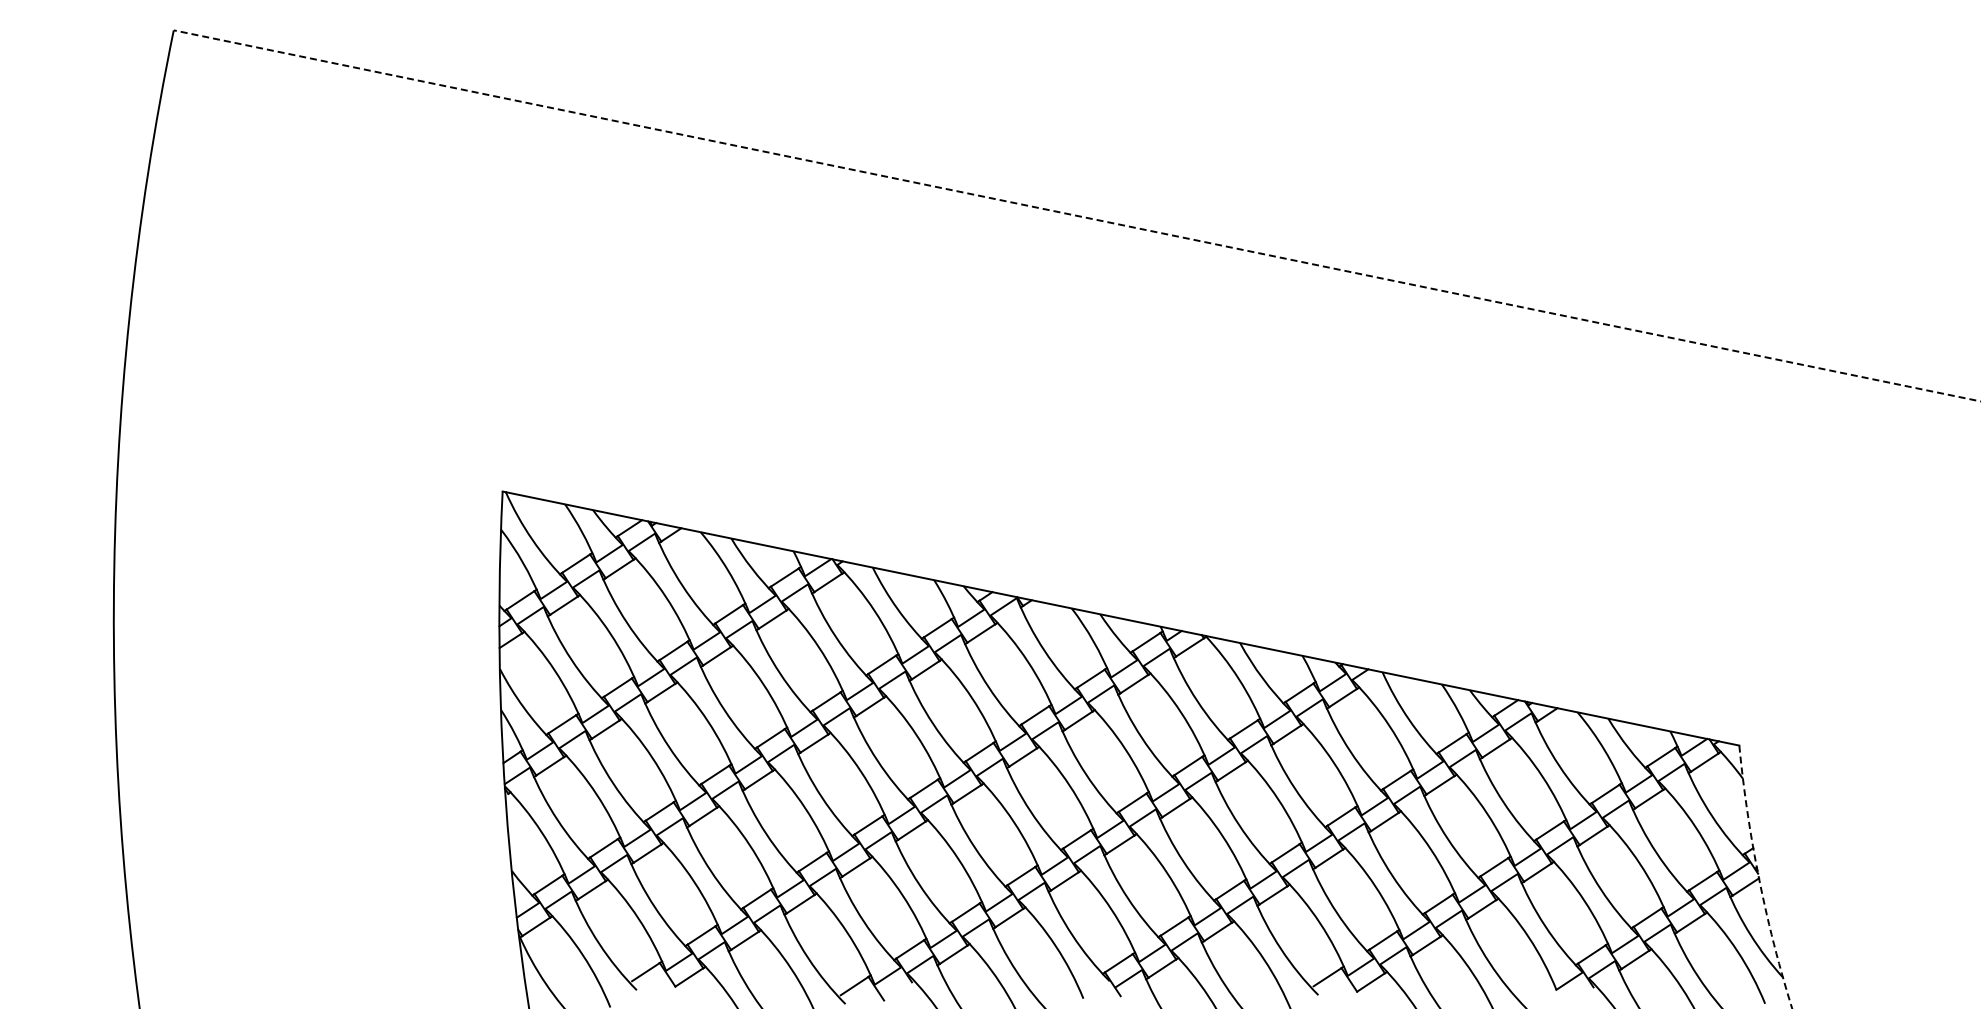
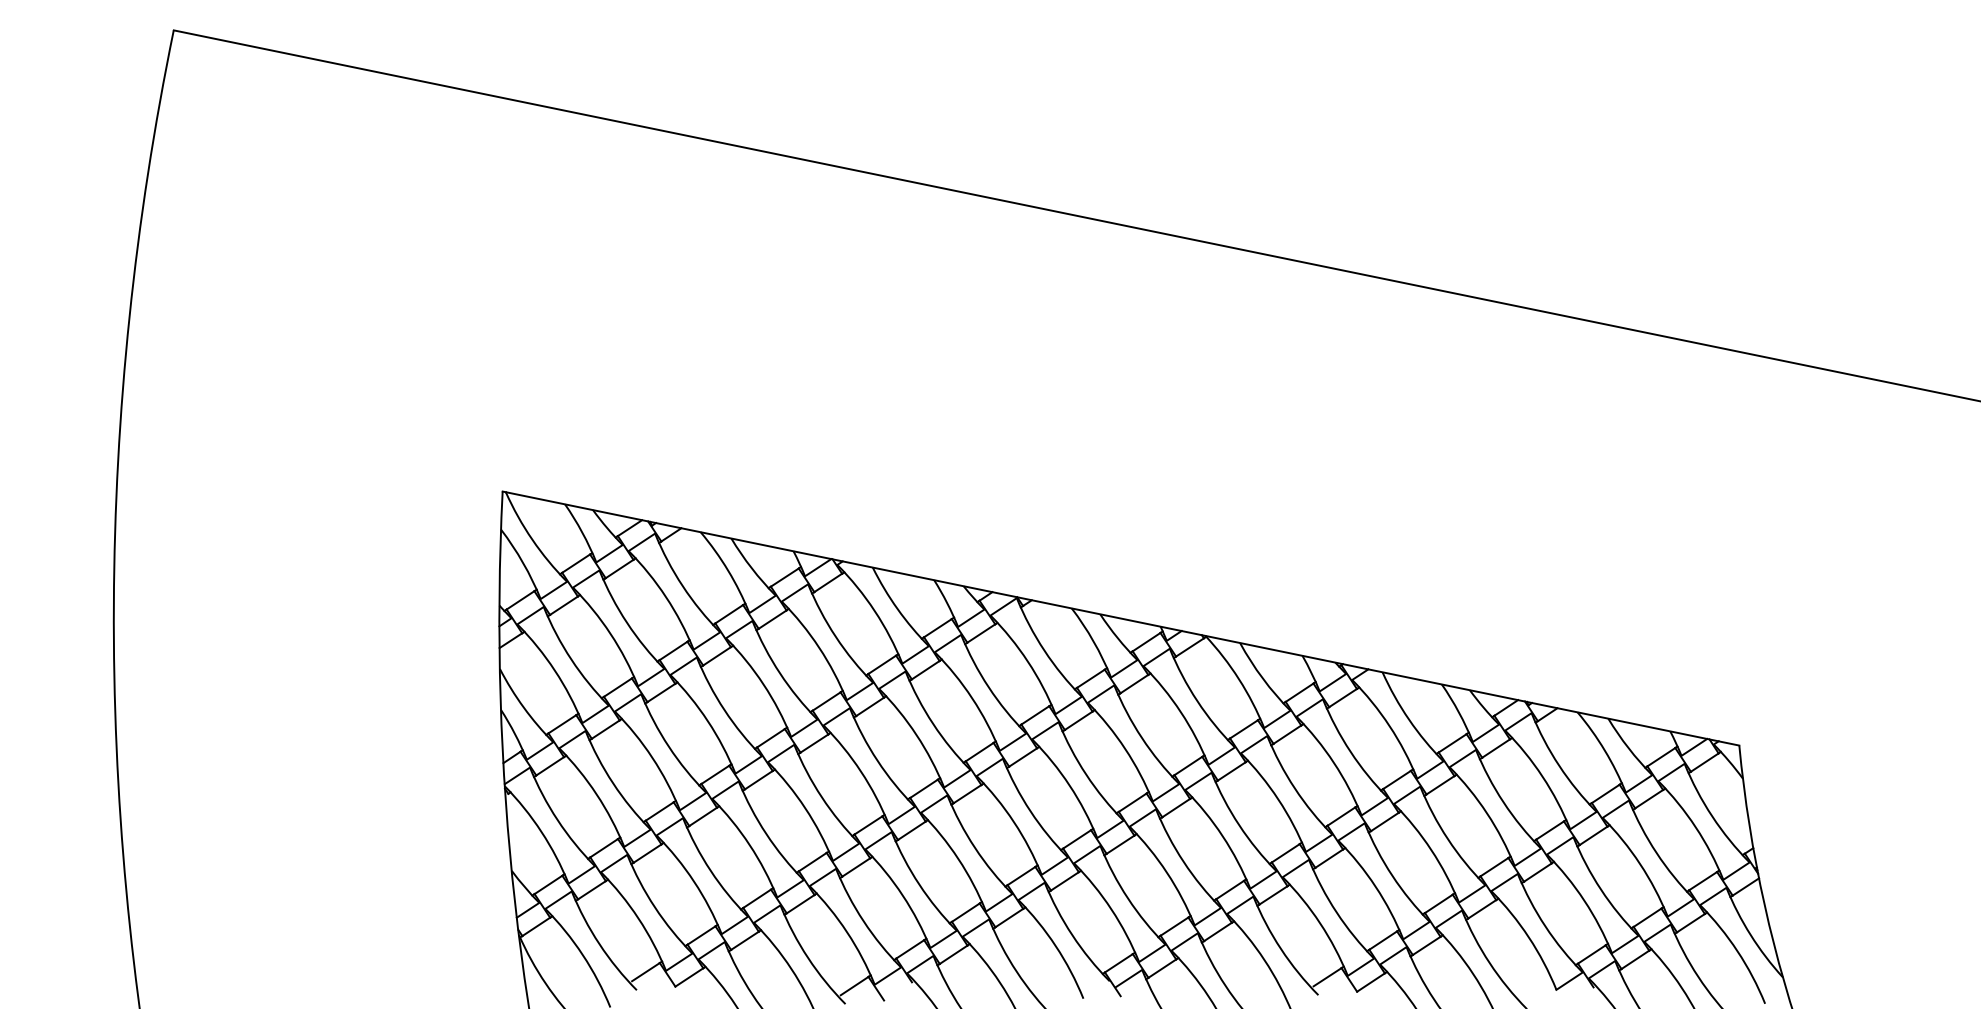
line at (1076, 215): dashed -> solid
arc at (1759, 878): dashed -> solid
